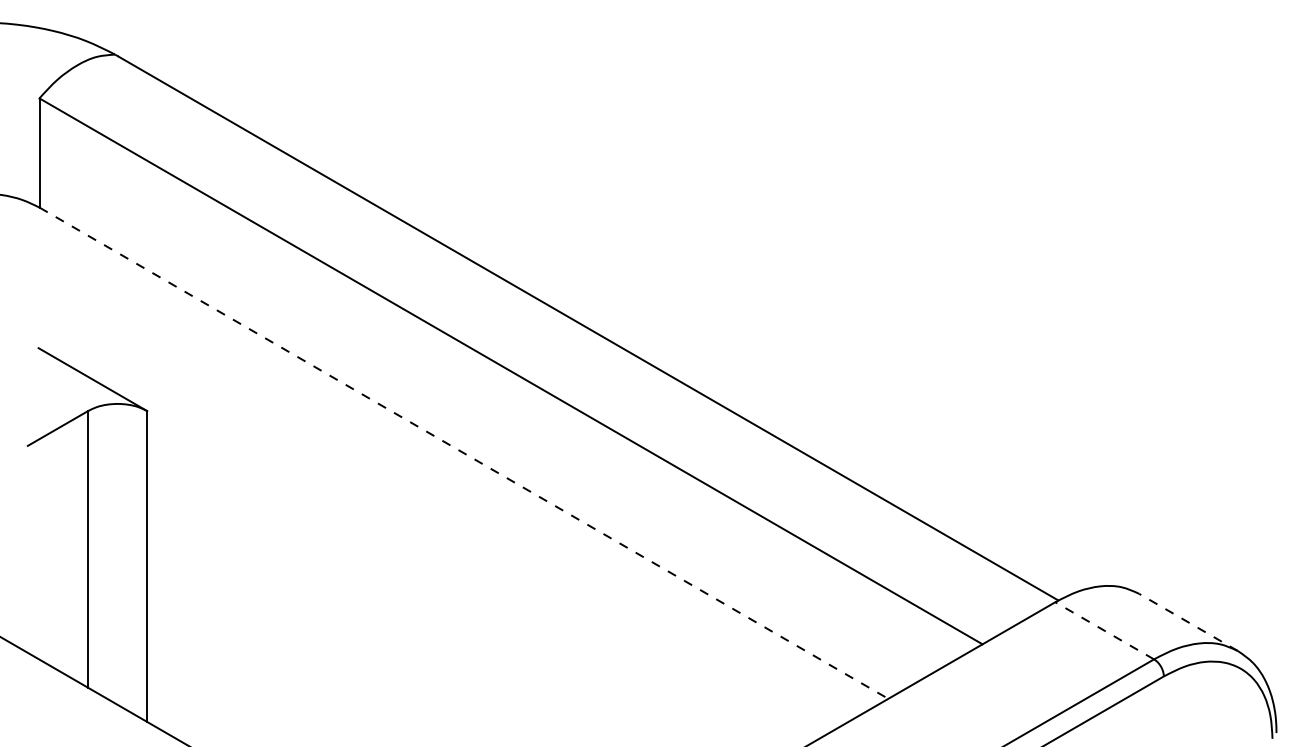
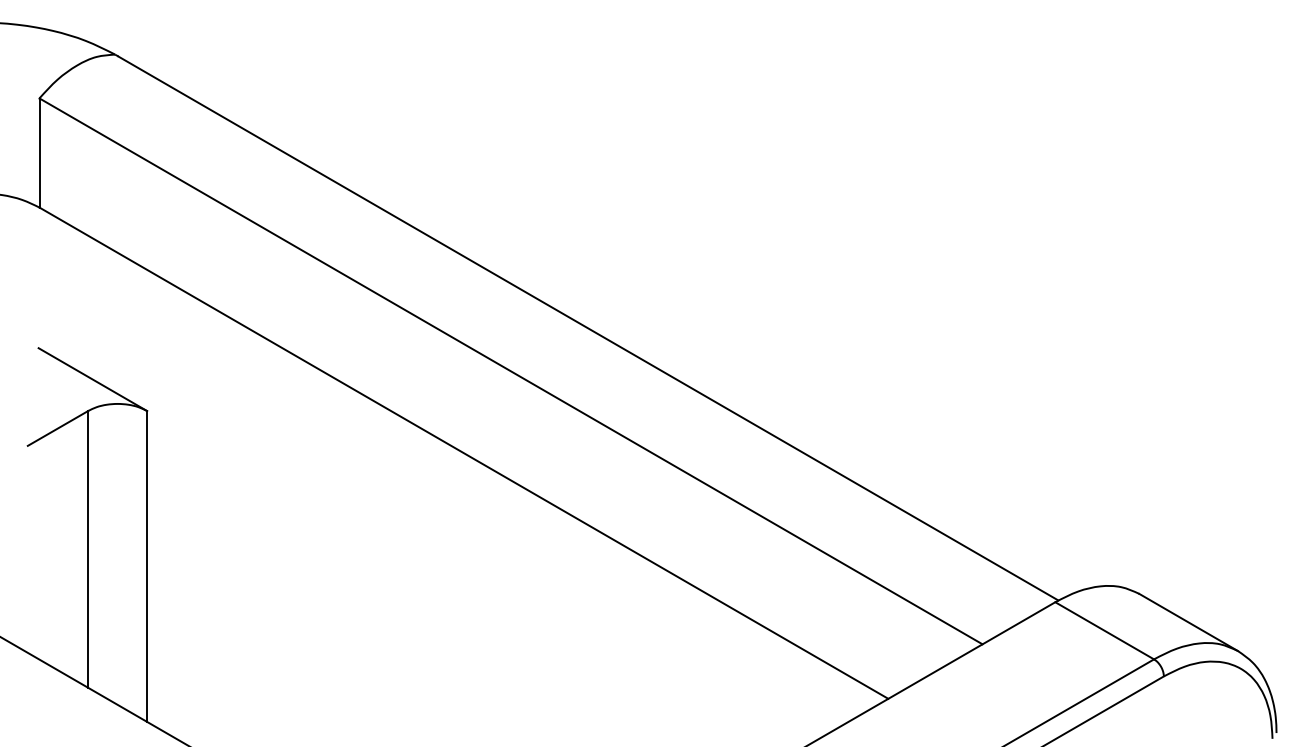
line at (464, 453): dashed -> solid
line at (1188, 622): dashed -> solid
line at (1104, 630): dashed -> solid
